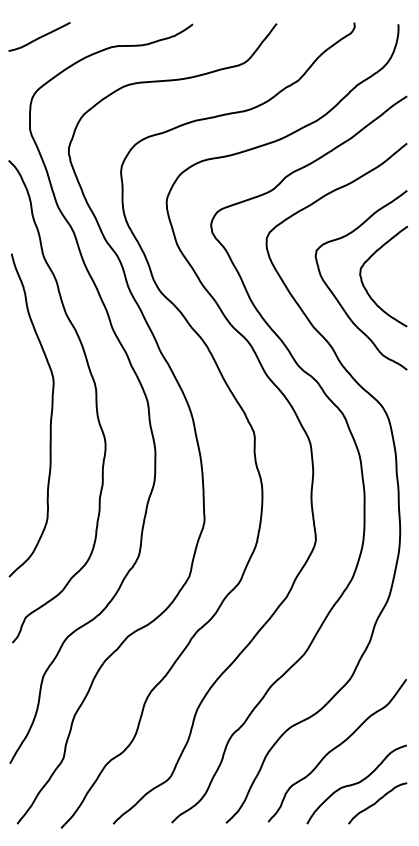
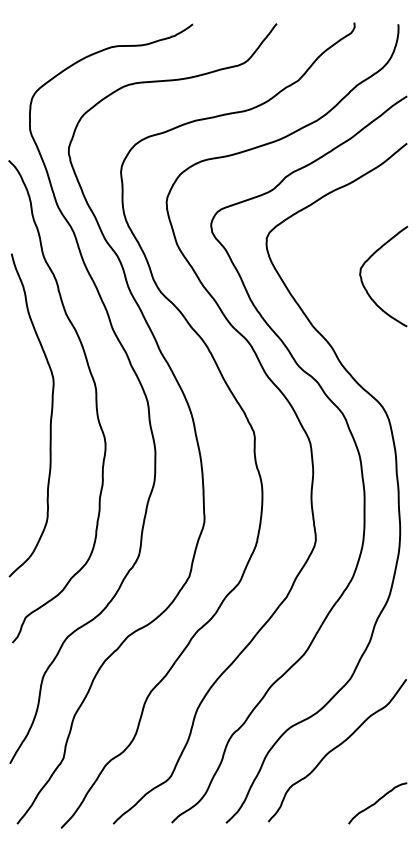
curve at (39, 36): present -> none
curve at (335, 295): present -> none
curve at (356, 784): present -> none
